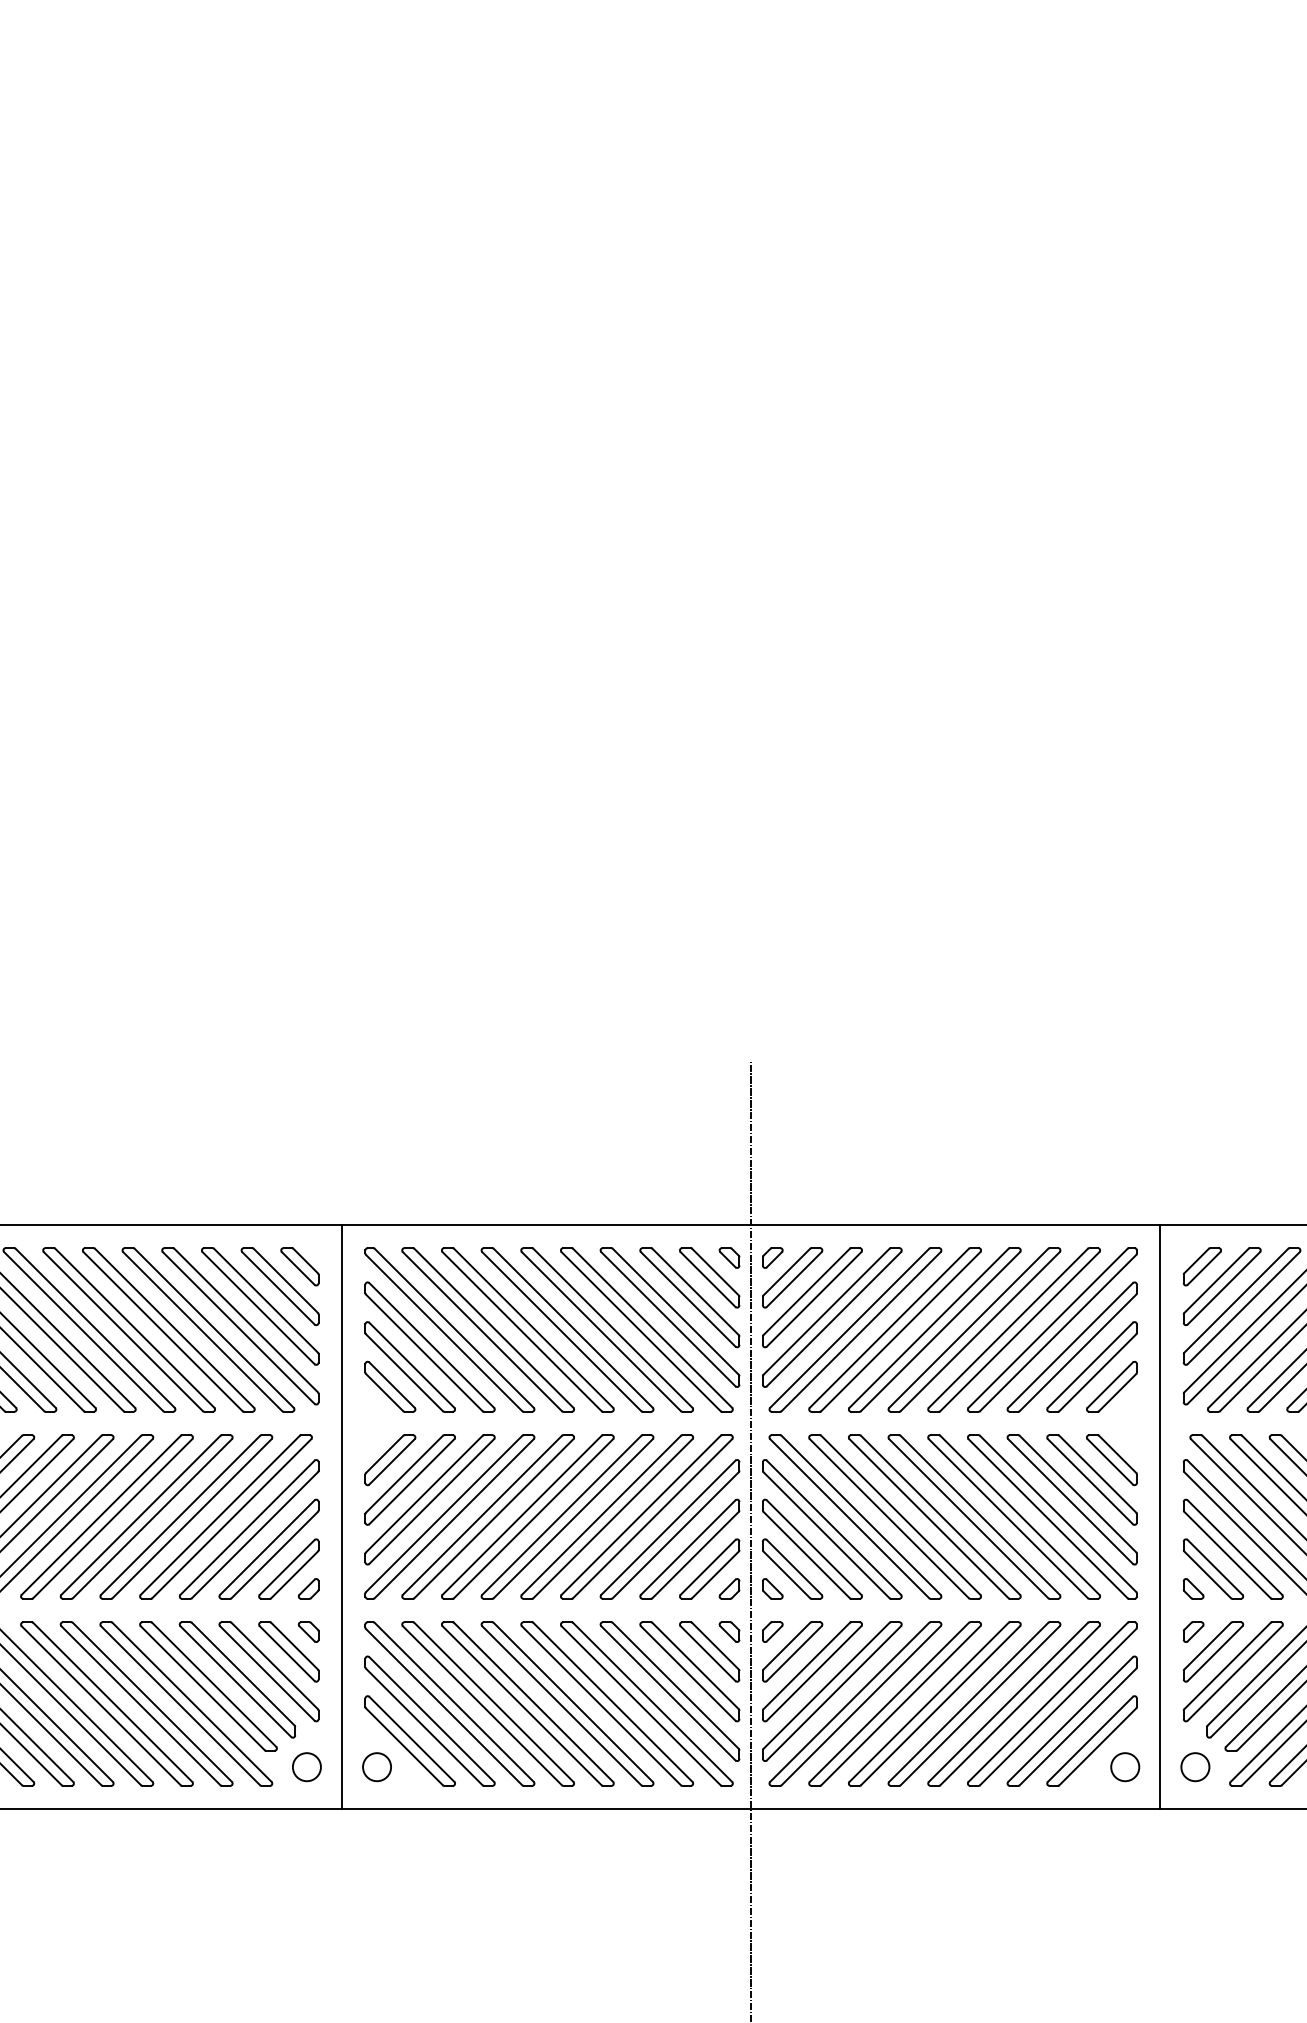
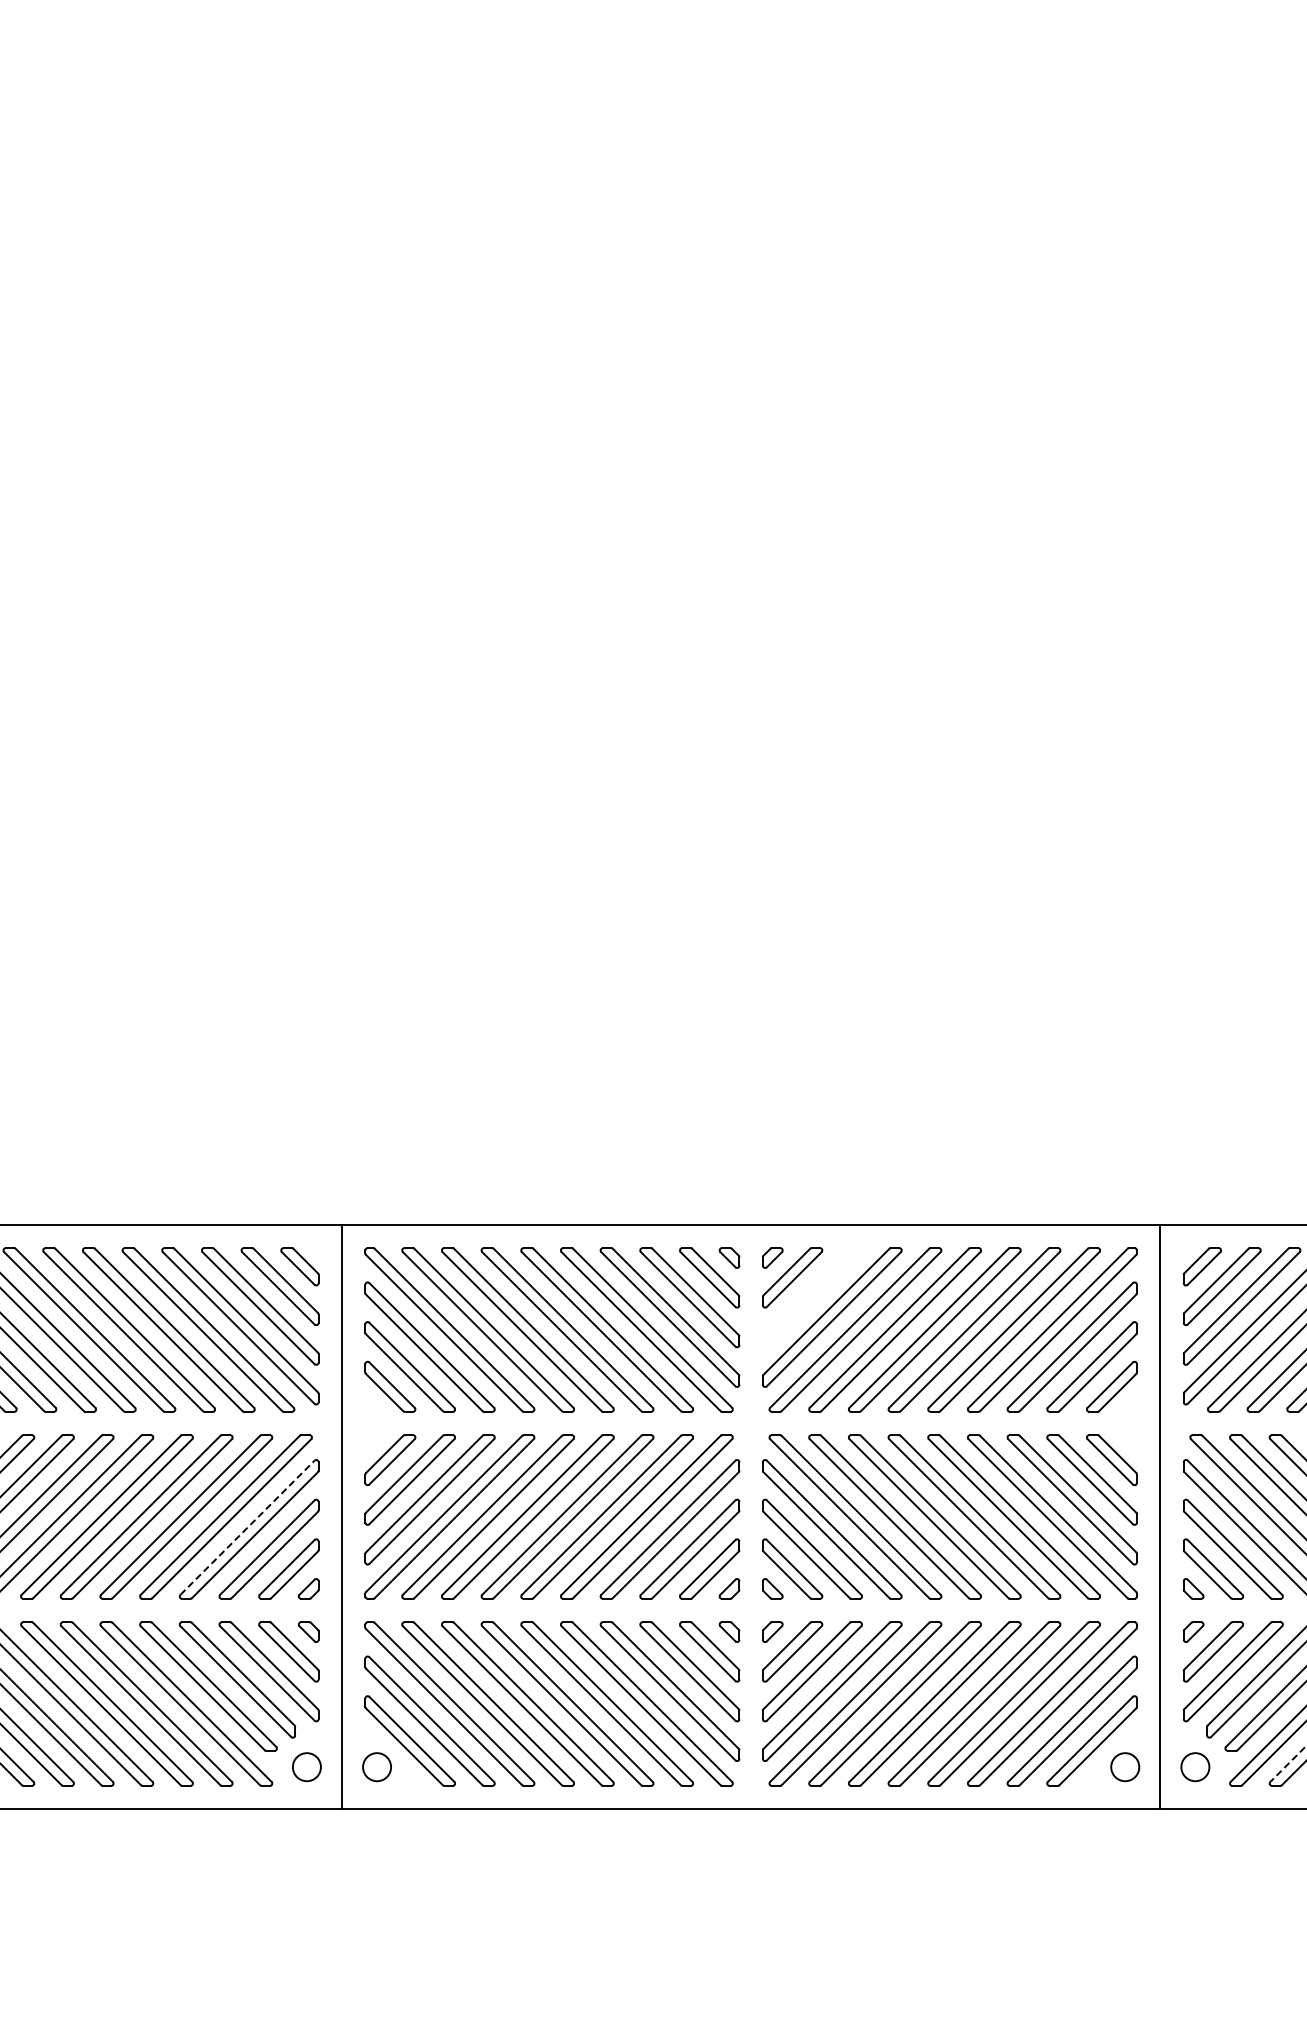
part at (812, 1297): present -> none
line at (247, 1527): solid -> dashed
line at (751, 1539): present -> none
line at (1288, 1764): solid -> dashed
